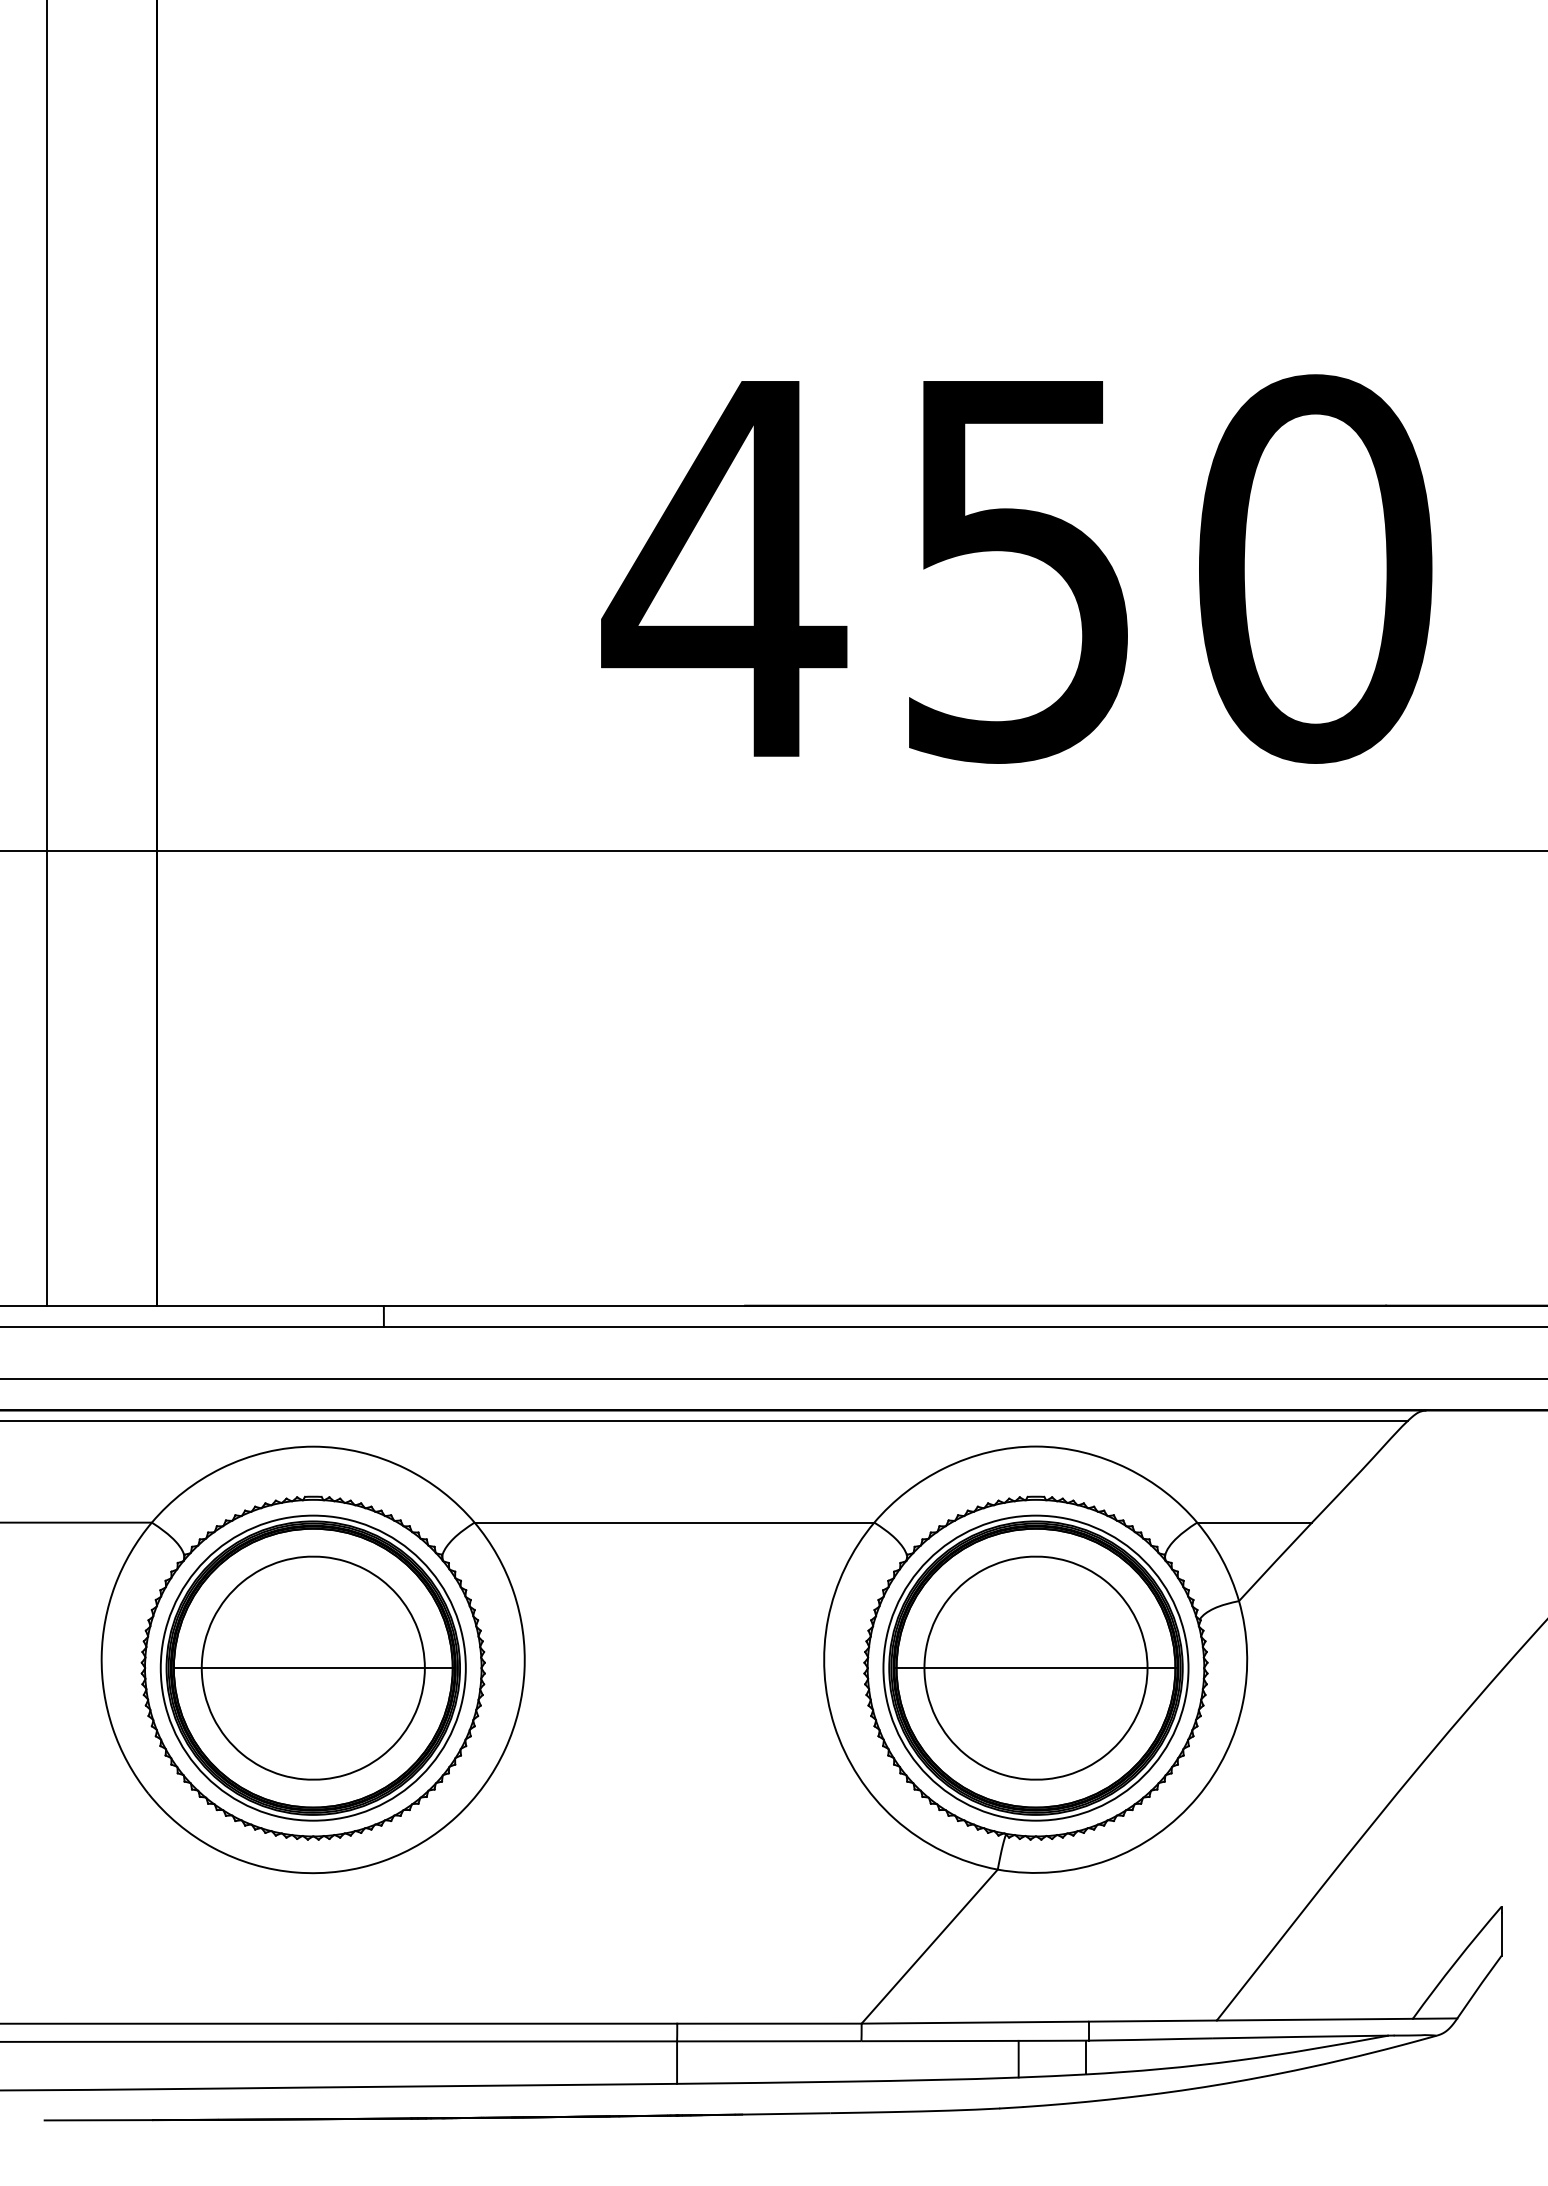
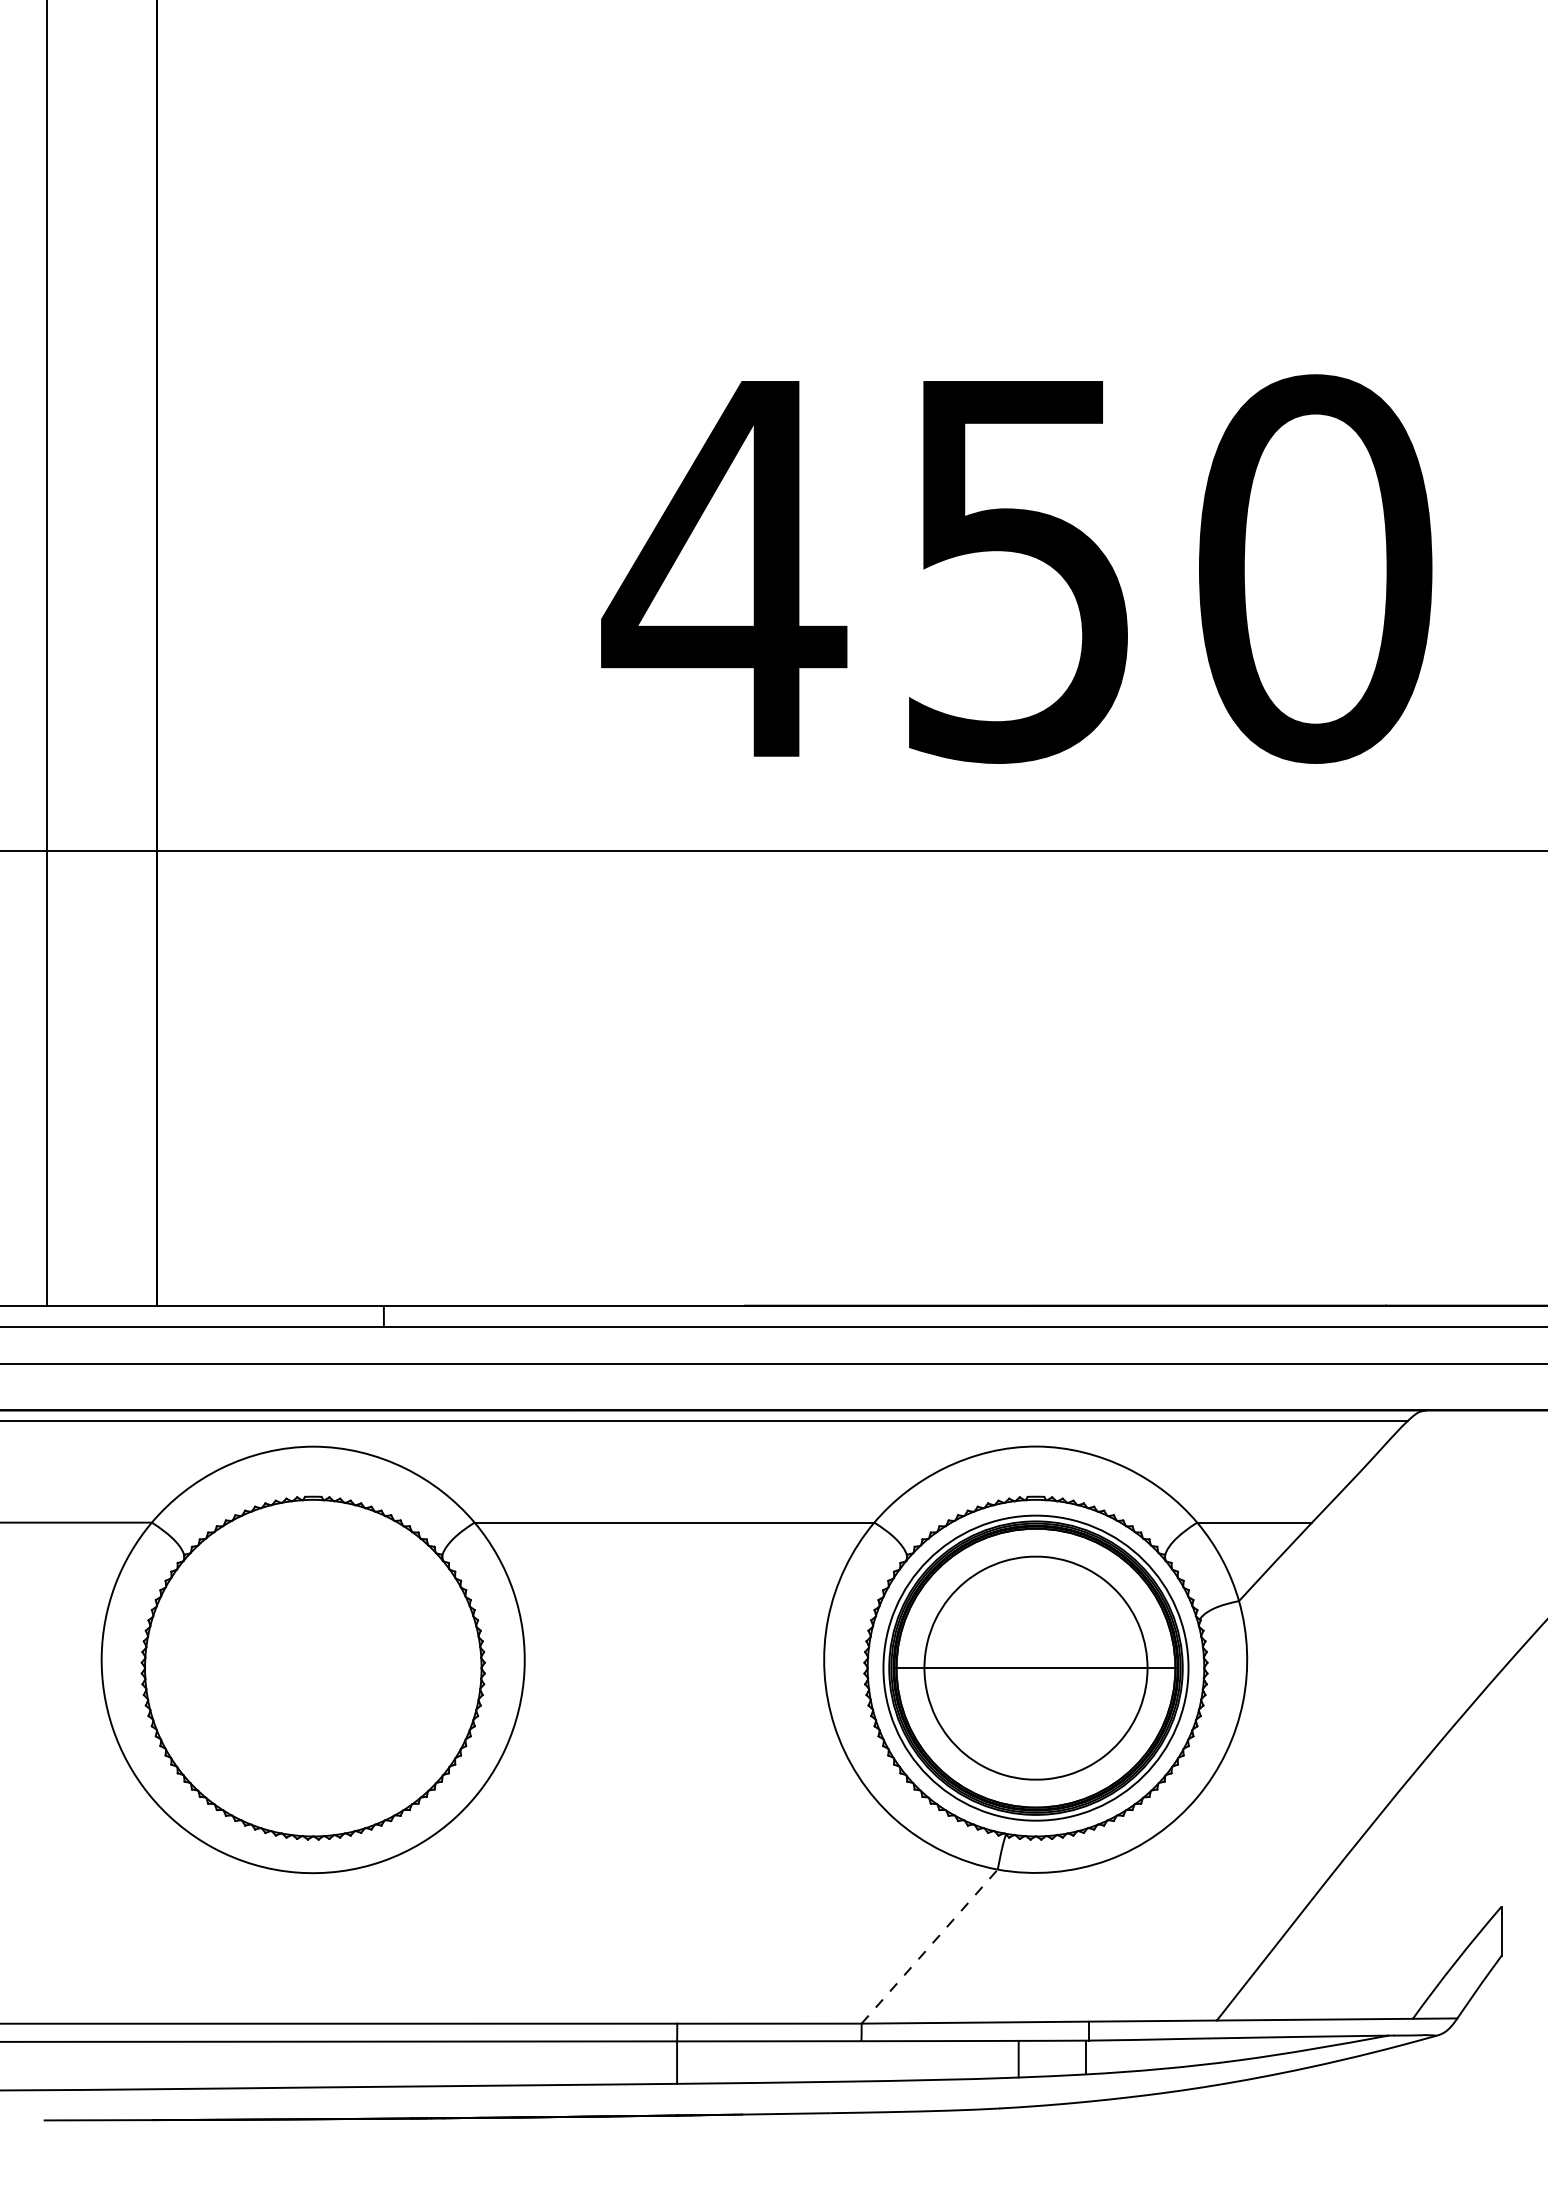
line at (773, 1378) position: (773, 1378) -> (773, 1363)
part at (312, 1667): present -> none
line at (929, 1946): solid -> dashed
